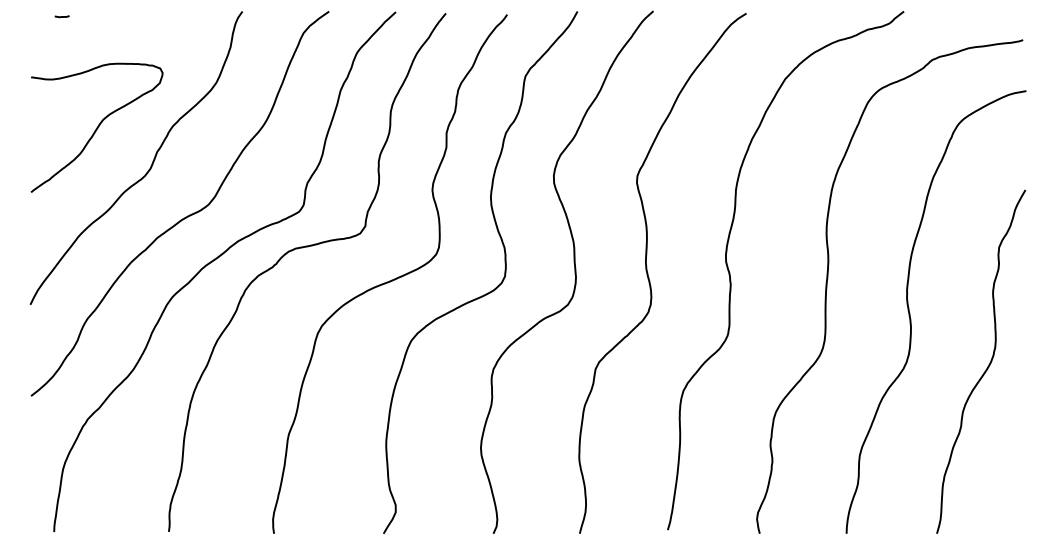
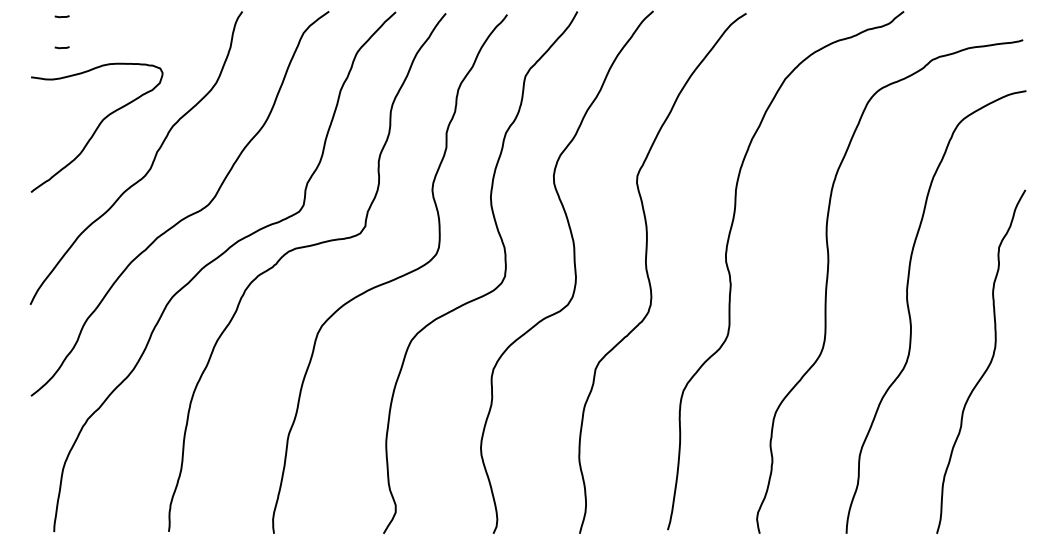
line at (61, 47): none -> present
